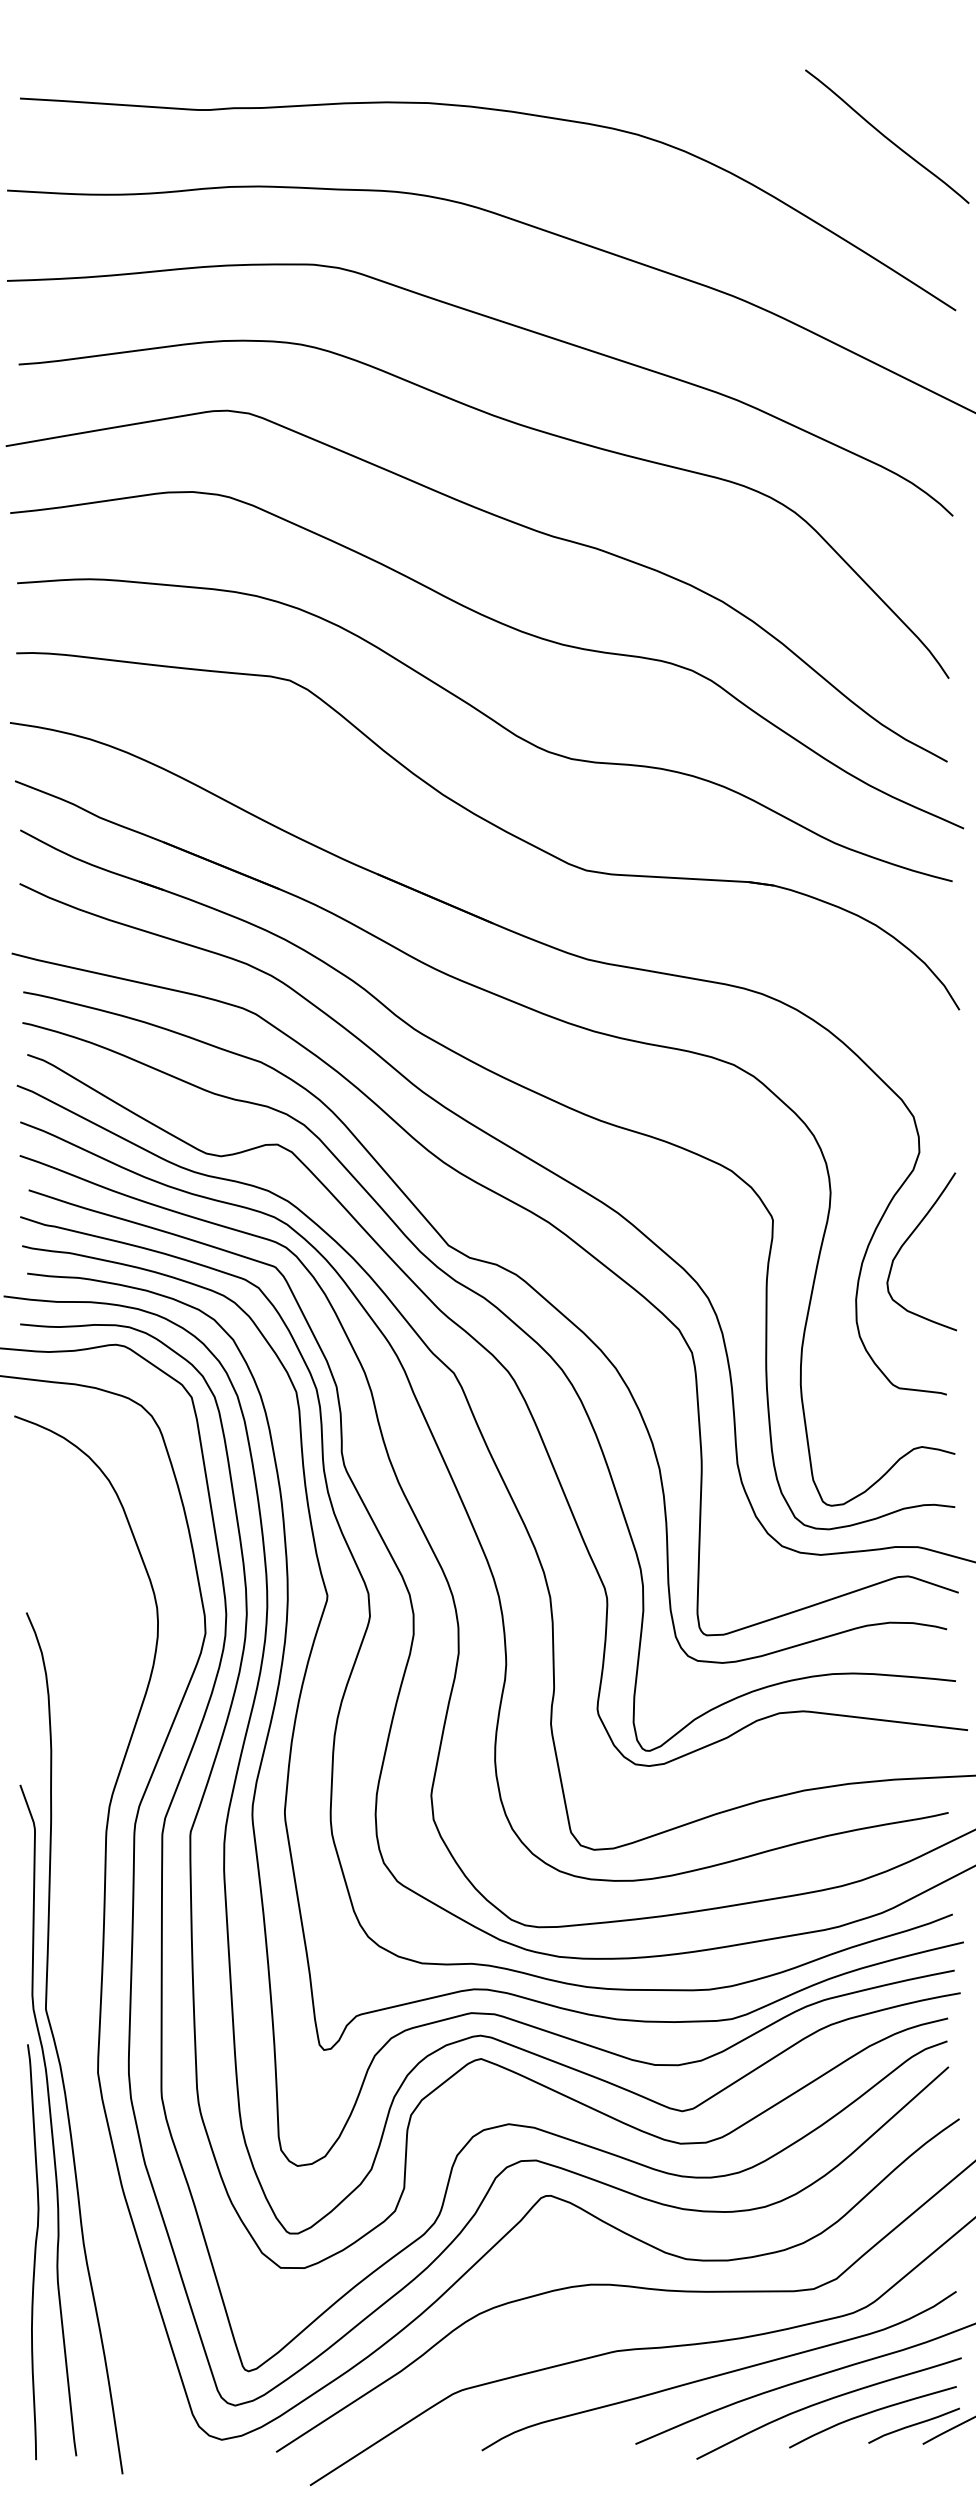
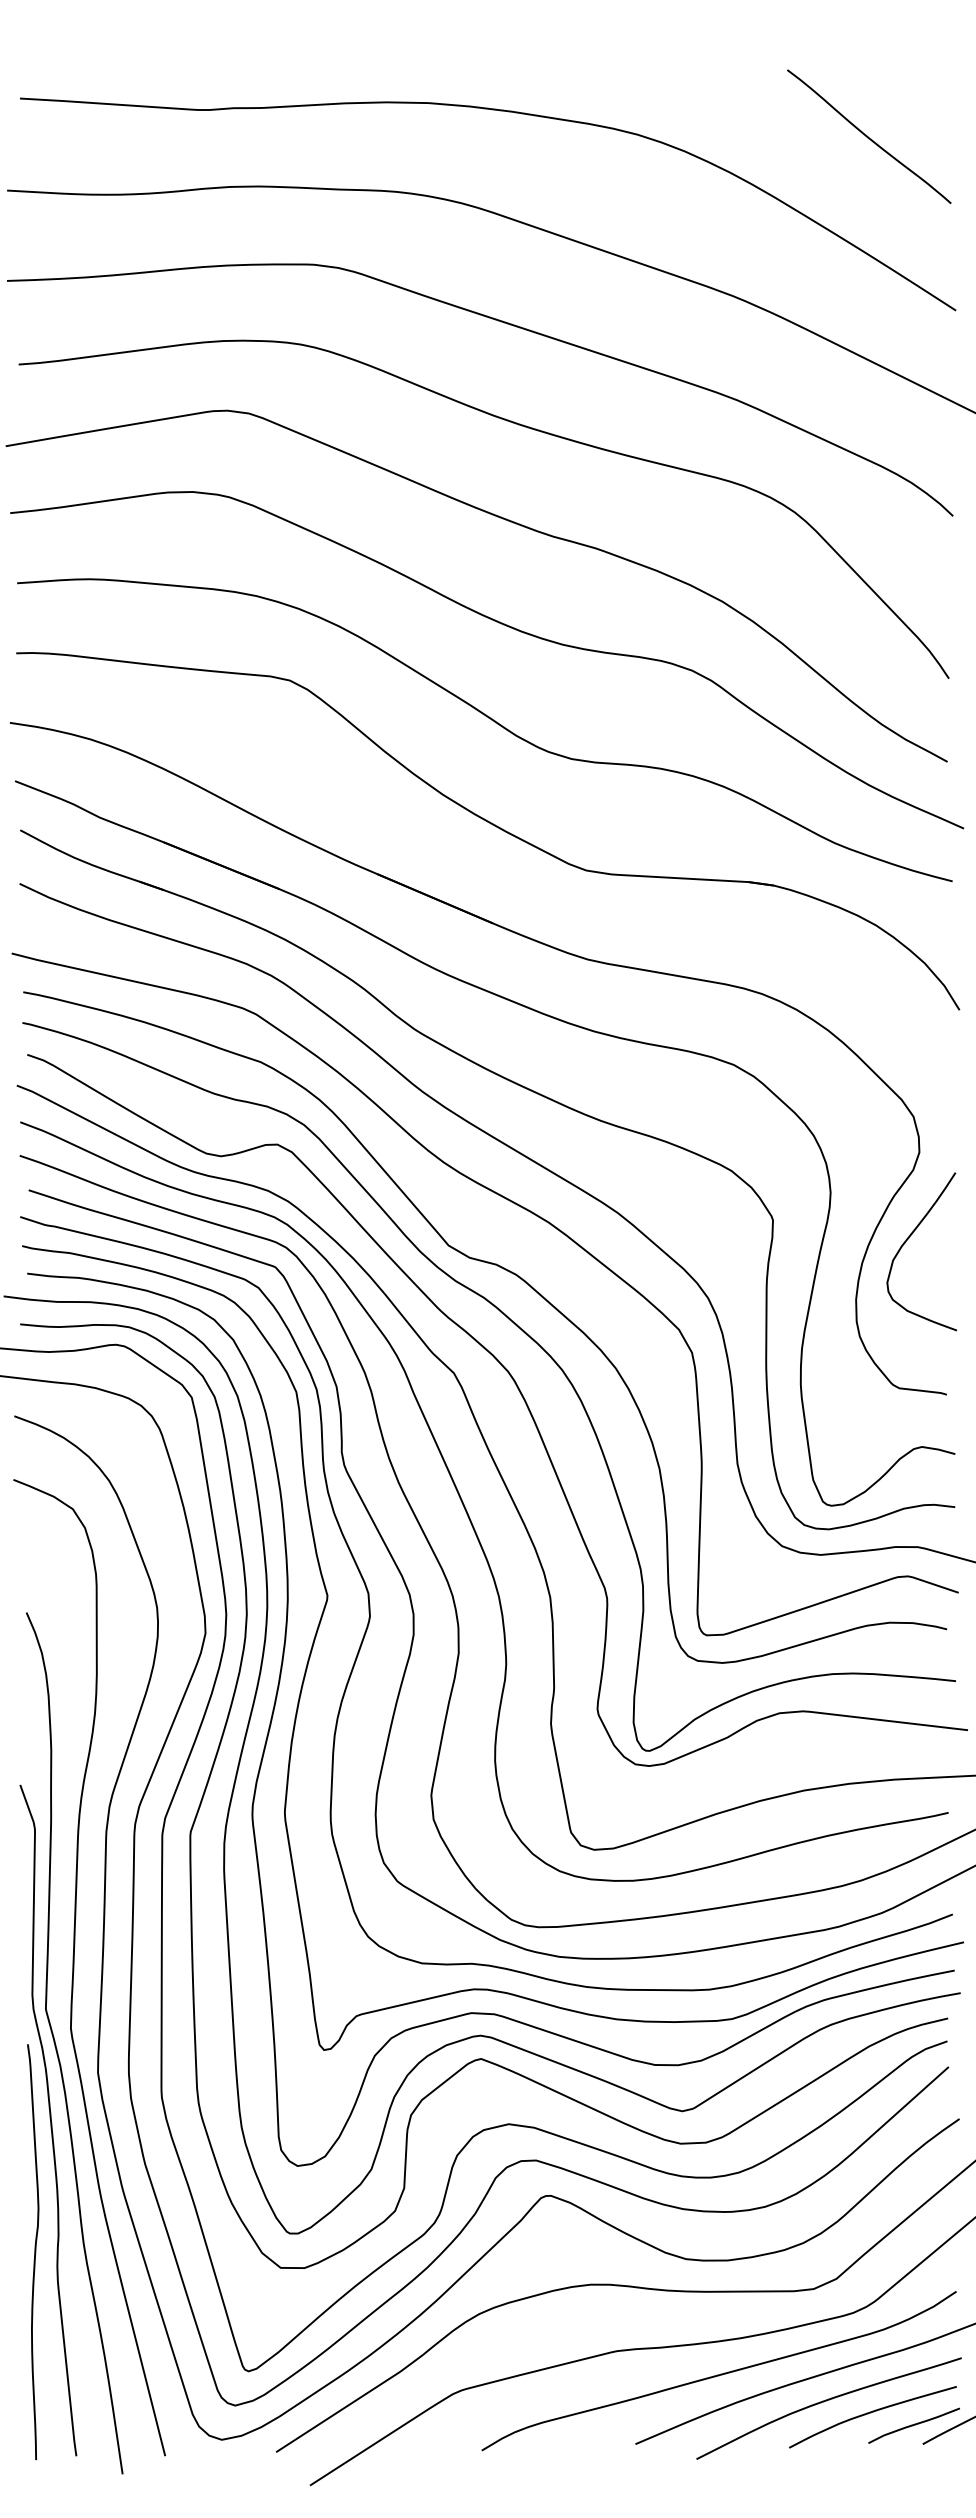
curve at (886, 136) position: (886, 136) -> (868, 136)
curve at (74, 1967): none -> present
